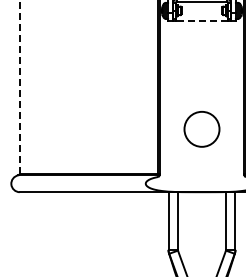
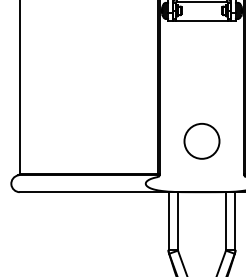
line at (201, 21): dashed -> solid
line at (19, 86): dashed -> solid
circle at (201, 129) position: (201, 129) -> (201, 141)
